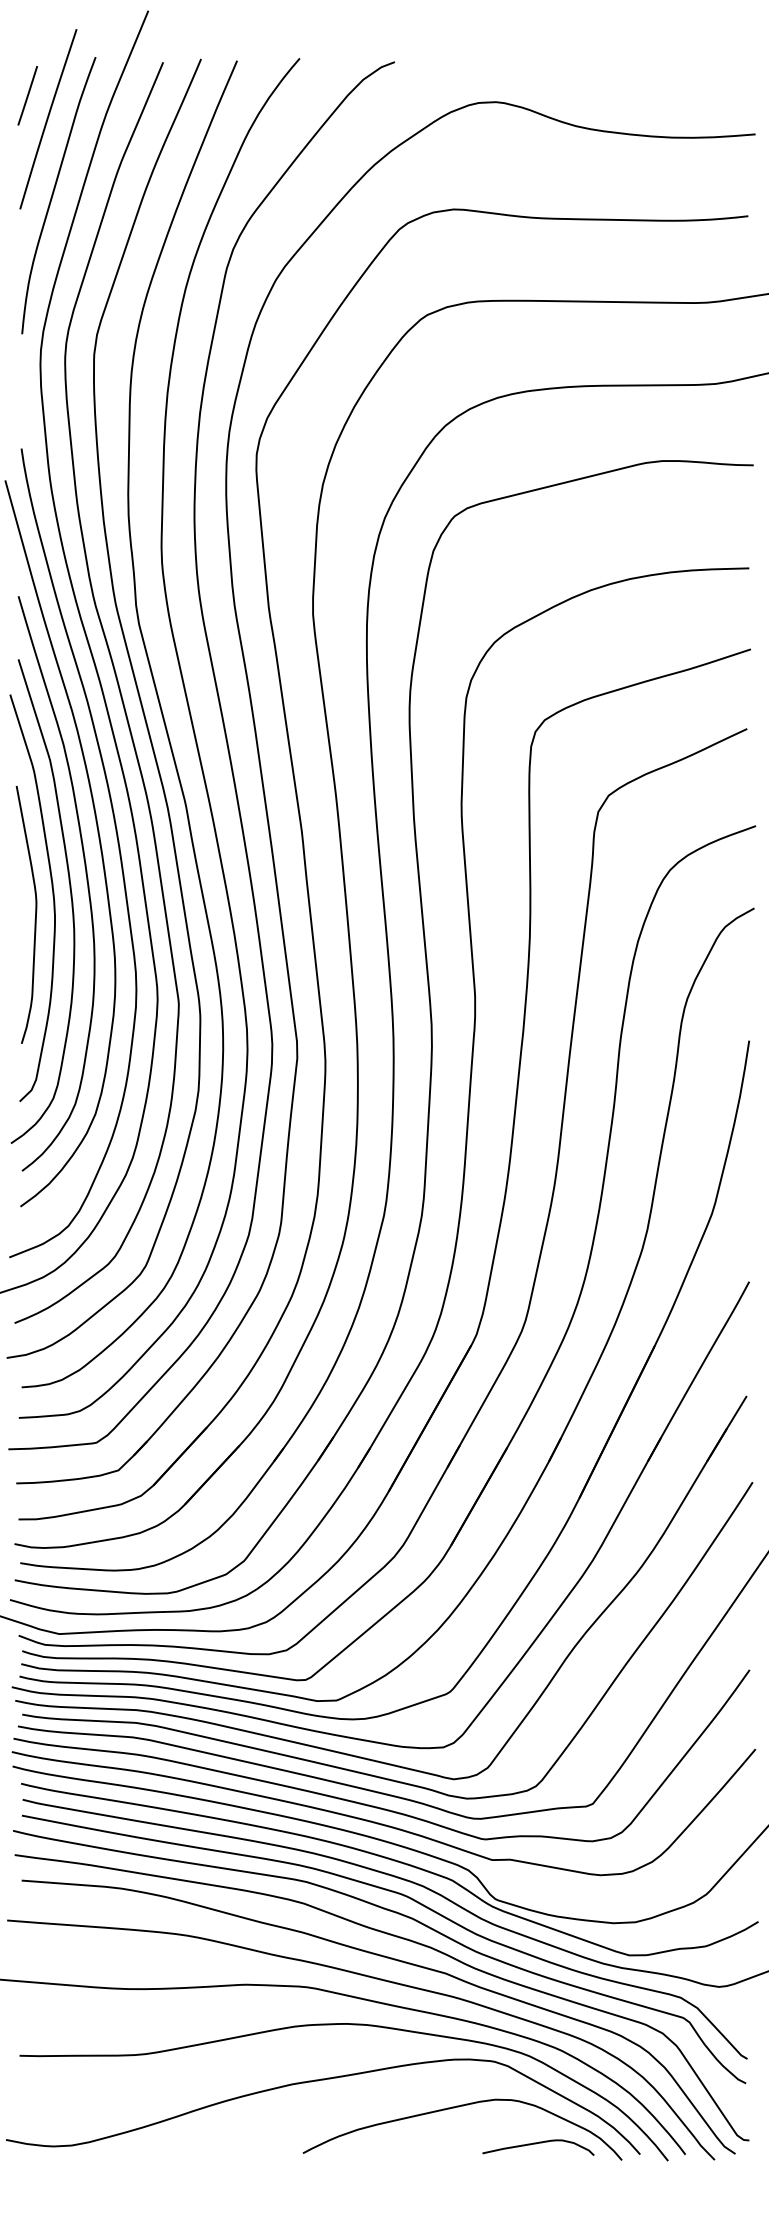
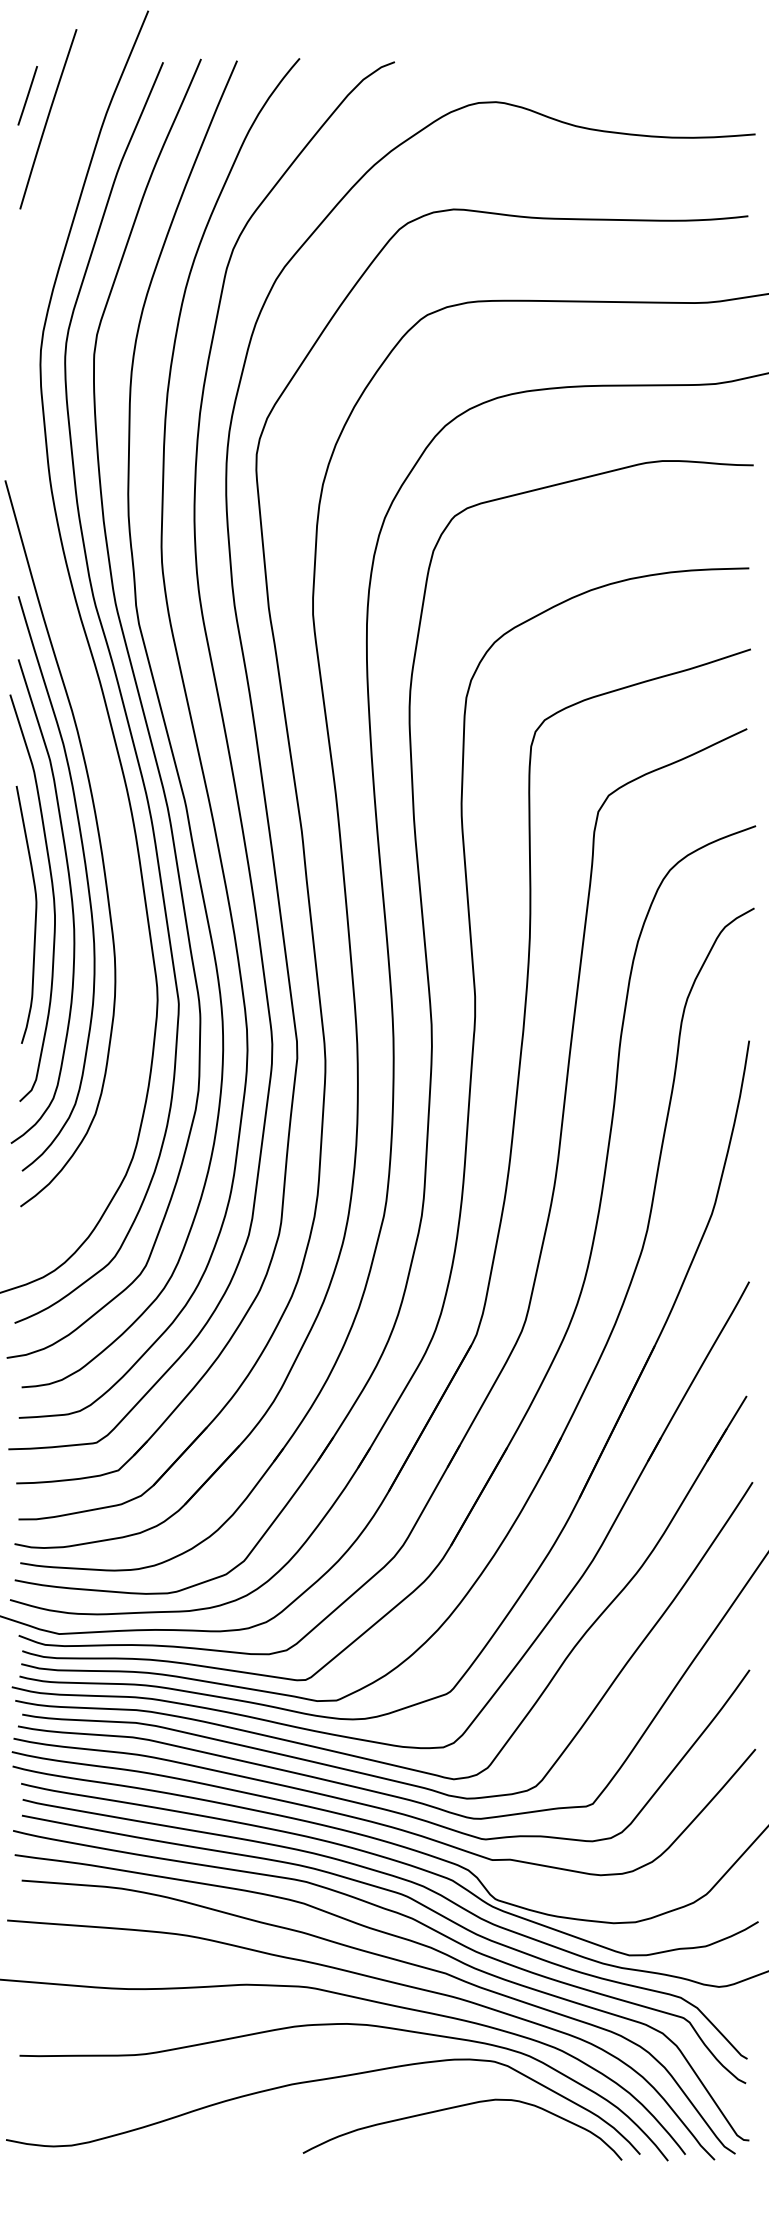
curve at (54, 192): present -> none
curve at (118, 850): present -> none
curve at (536, 2144): present -> none
